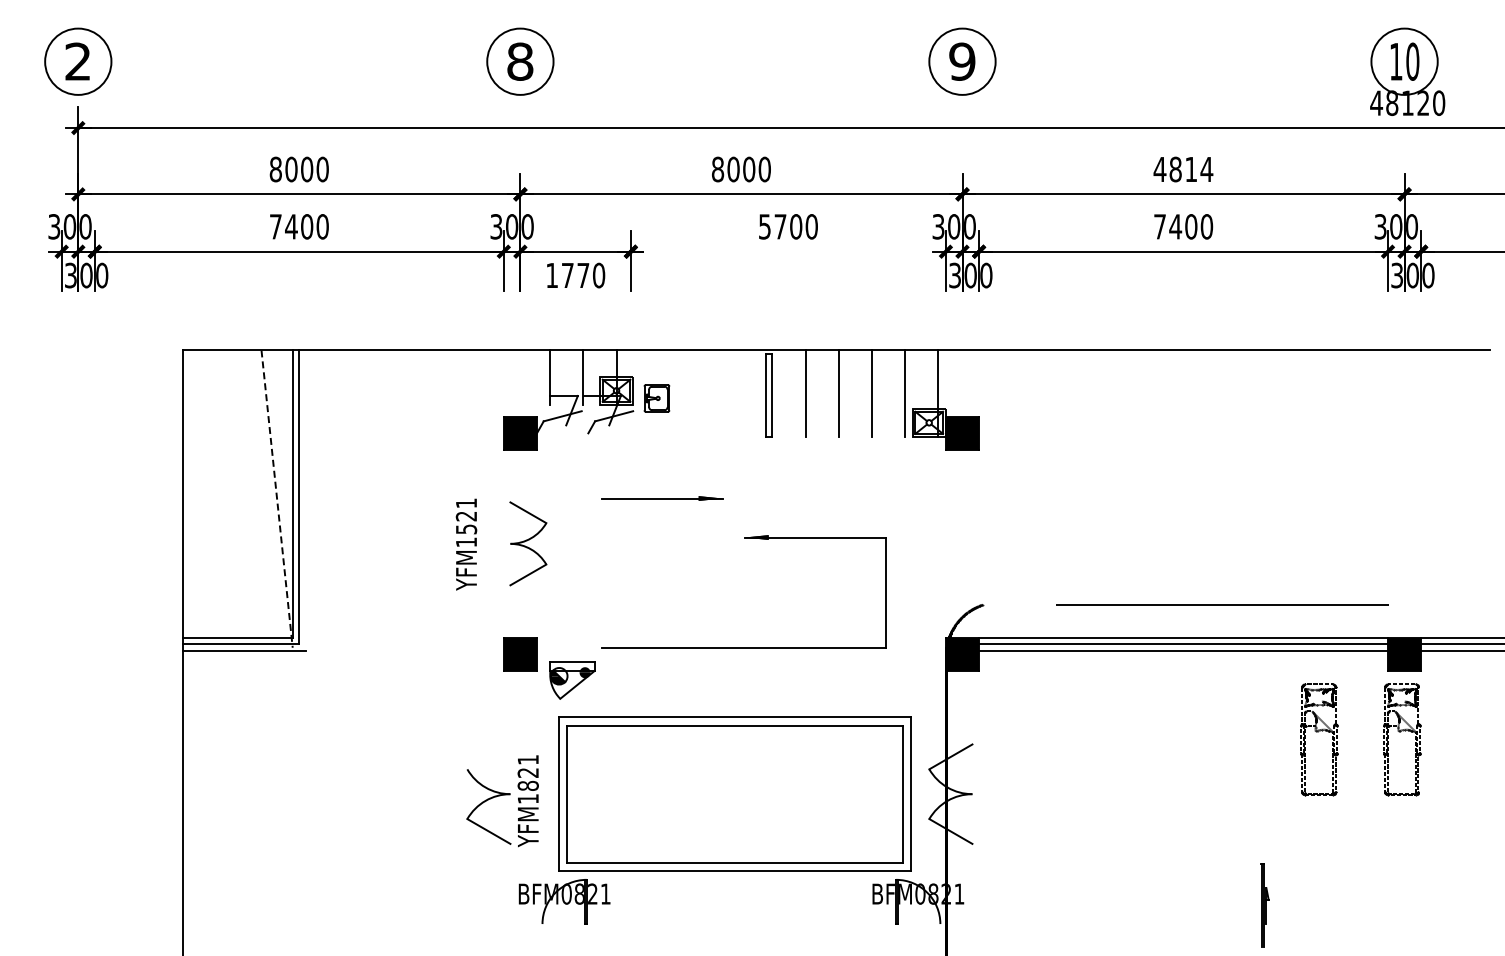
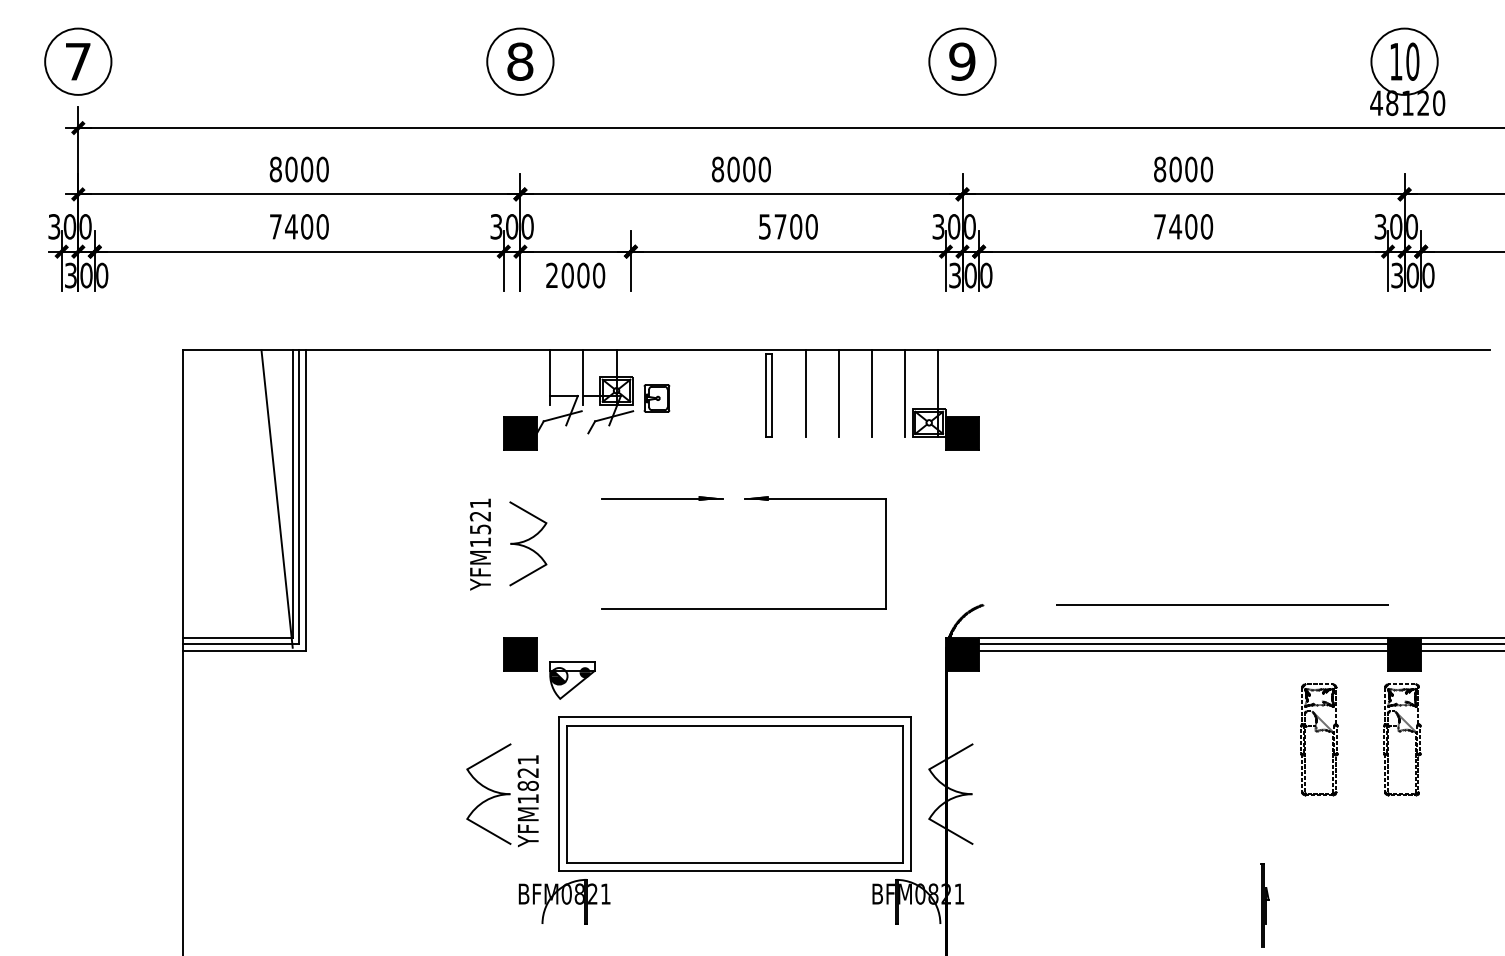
text at (77, 61): 2 -> 7
text at (1183, 169): 4814 -> 8000
line at (788, 251): none -> present
text at (567, 275): 1770 -> 2000
line at (277, 499): dashed -> solid
line at (305, 500): none -> present
part at (744, 538) position: (744, 538) -> (744, 499)
text at (466, 544) position: (466, 544) -> (480, 544)
line at (488, 756): none -> present
